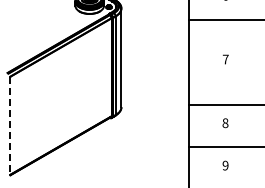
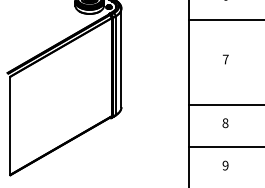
line at (10, 126): dashed -> solid
